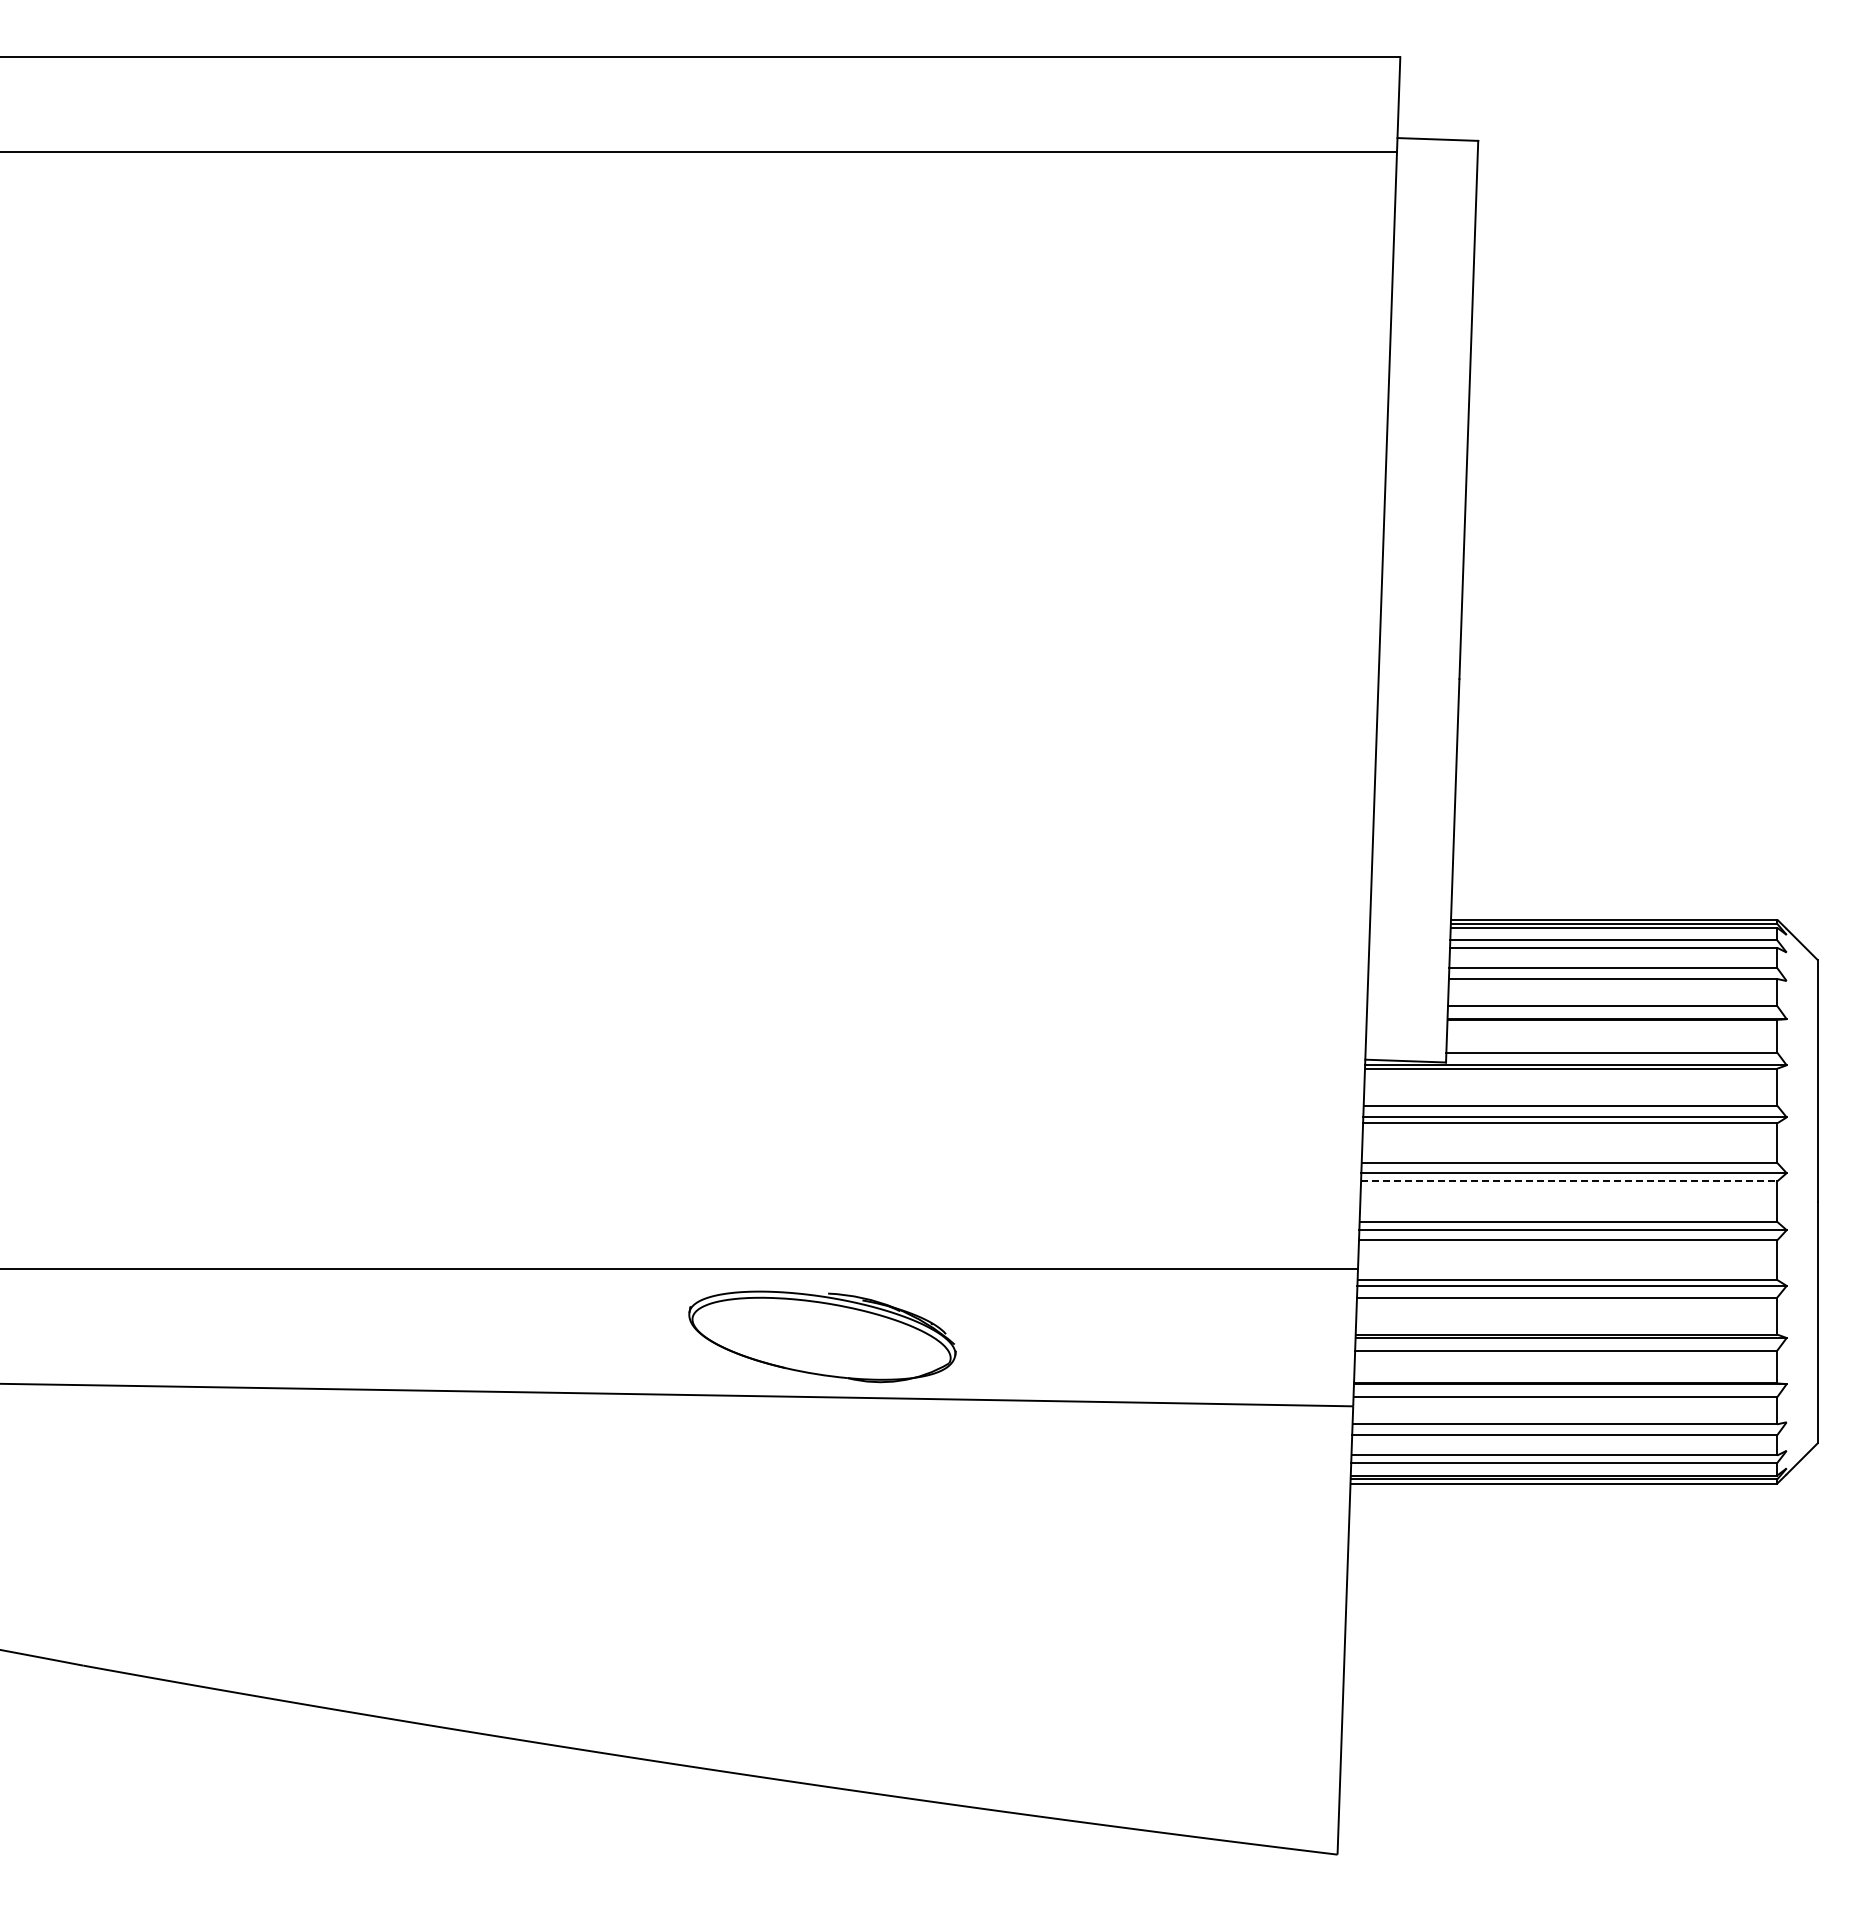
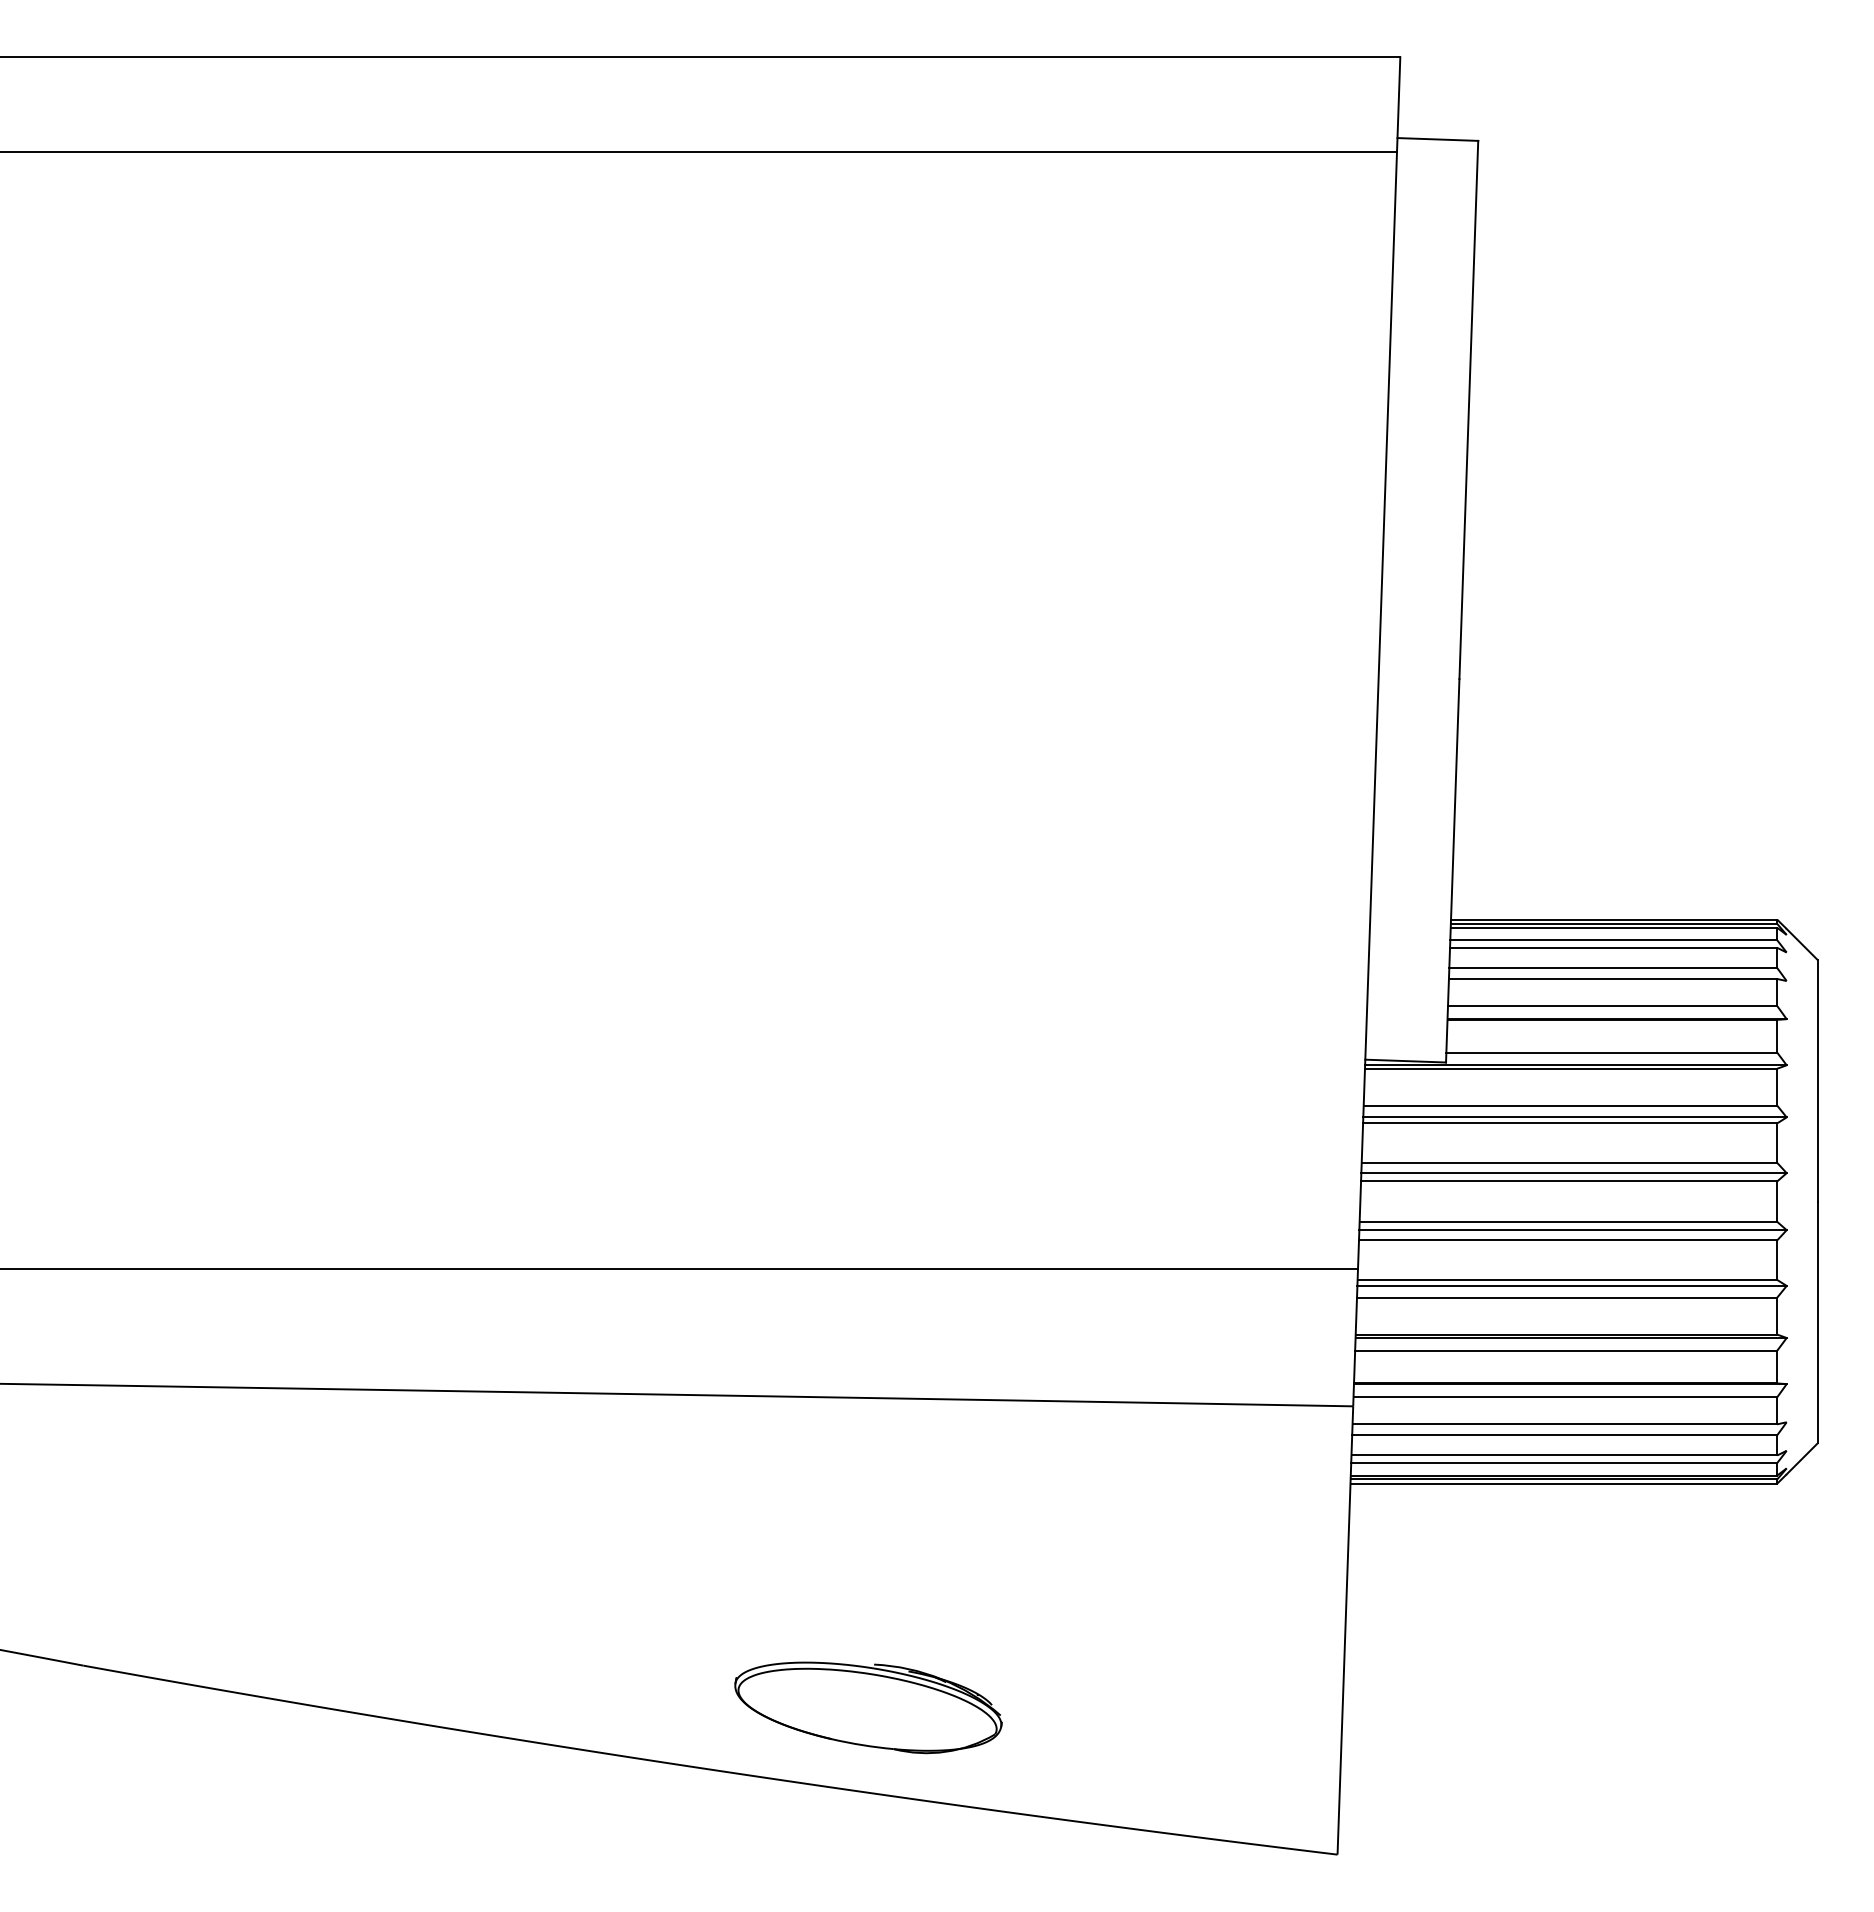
line at (1569, 1181): dashed -> solid
part at (822, 1336) position: (822, 1336) -> (868, 1707)
